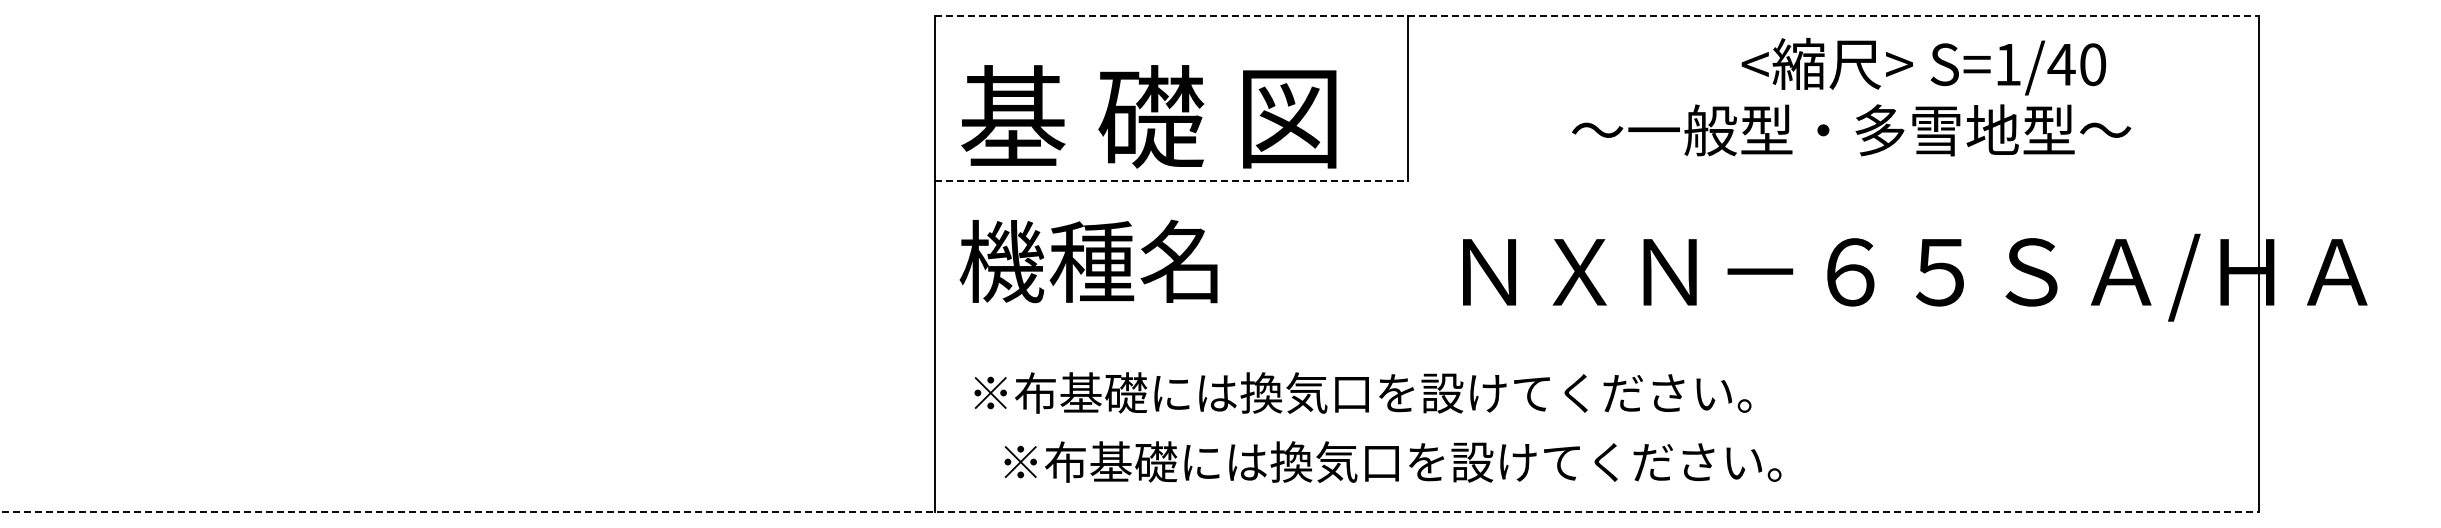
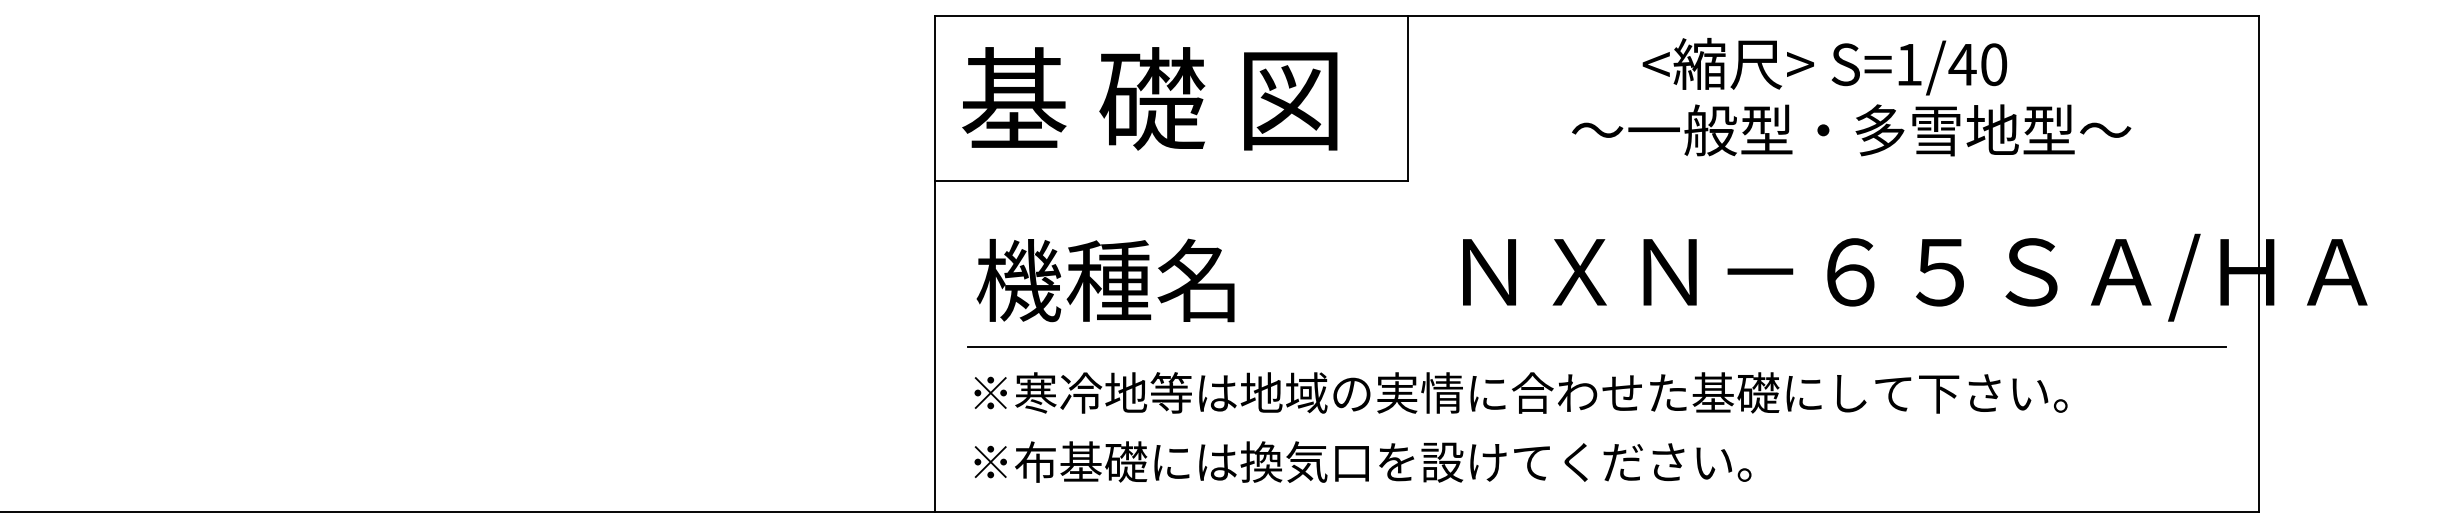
line at (1597, 15): dashed -> solid
text at (1923, 66) position: (1923, 66) -> (1824, 66)
text at (1148, 116) position: (1148, 116) -> (1149, 98)
line at (1171, 181): dashed -> solid
text at (1088, 261) position: (1088, 261) -> (1105, 280)
line at (1596, 346): none -> present
text at (1541, 392): ※布基礎には換気口を設けてください。 -> ※寒冷地等は地域の実情に合わせた基礎にして下さい。
text at (1392, 461) position: (1392, 461) -> (1362, 461)
line at (1130, 512): dashed -> solid
